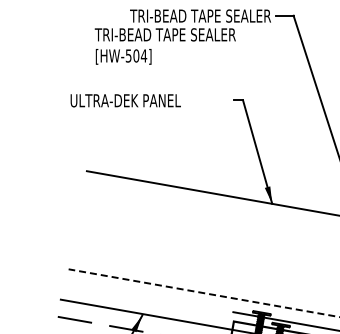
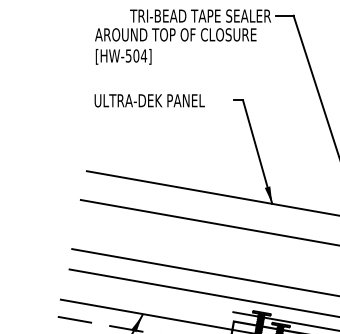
text at (175, 34): TRI-BEAD TAPE SEALER -> AROUND TOP OF CLOSURE
text at (125, 100) position: (125, 100) -> (149, 100)
line at (208, 222): none -> present
line at (204, 272): none -> present
line at (203, 293): dashed -> solid
